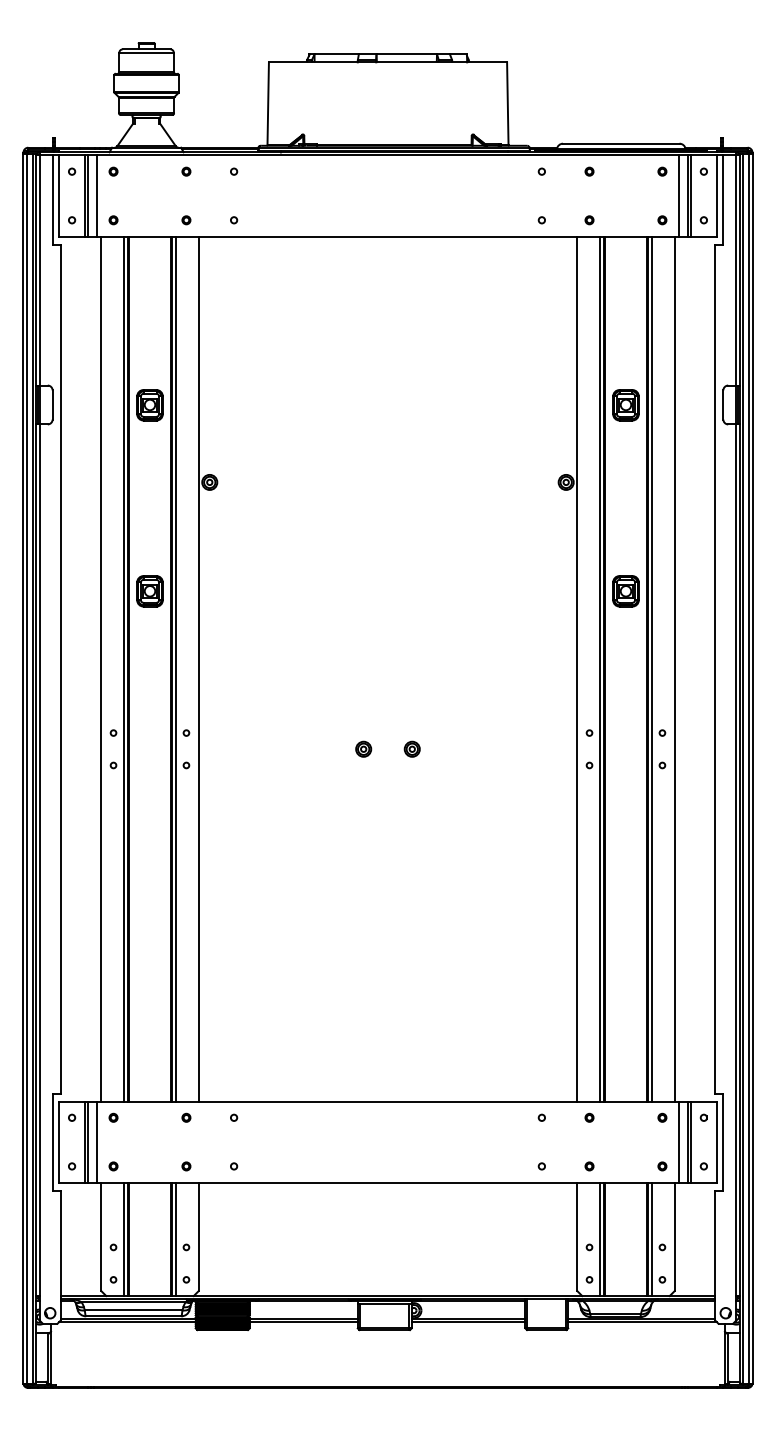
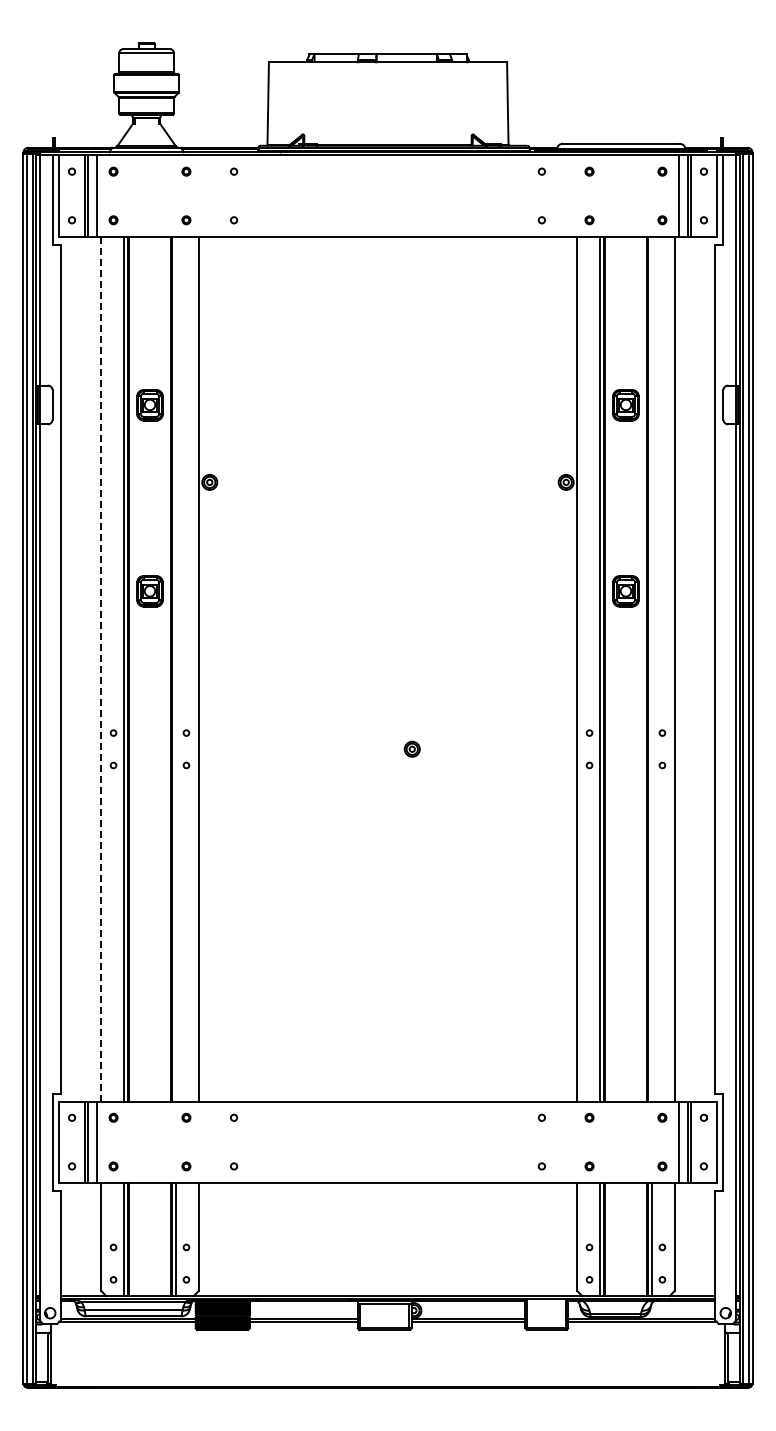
line at (175, 668): present -> none
line at (651, 668): present -> none
line at (101, 669): solid -> dashed
part at (363, 748): present -> none
